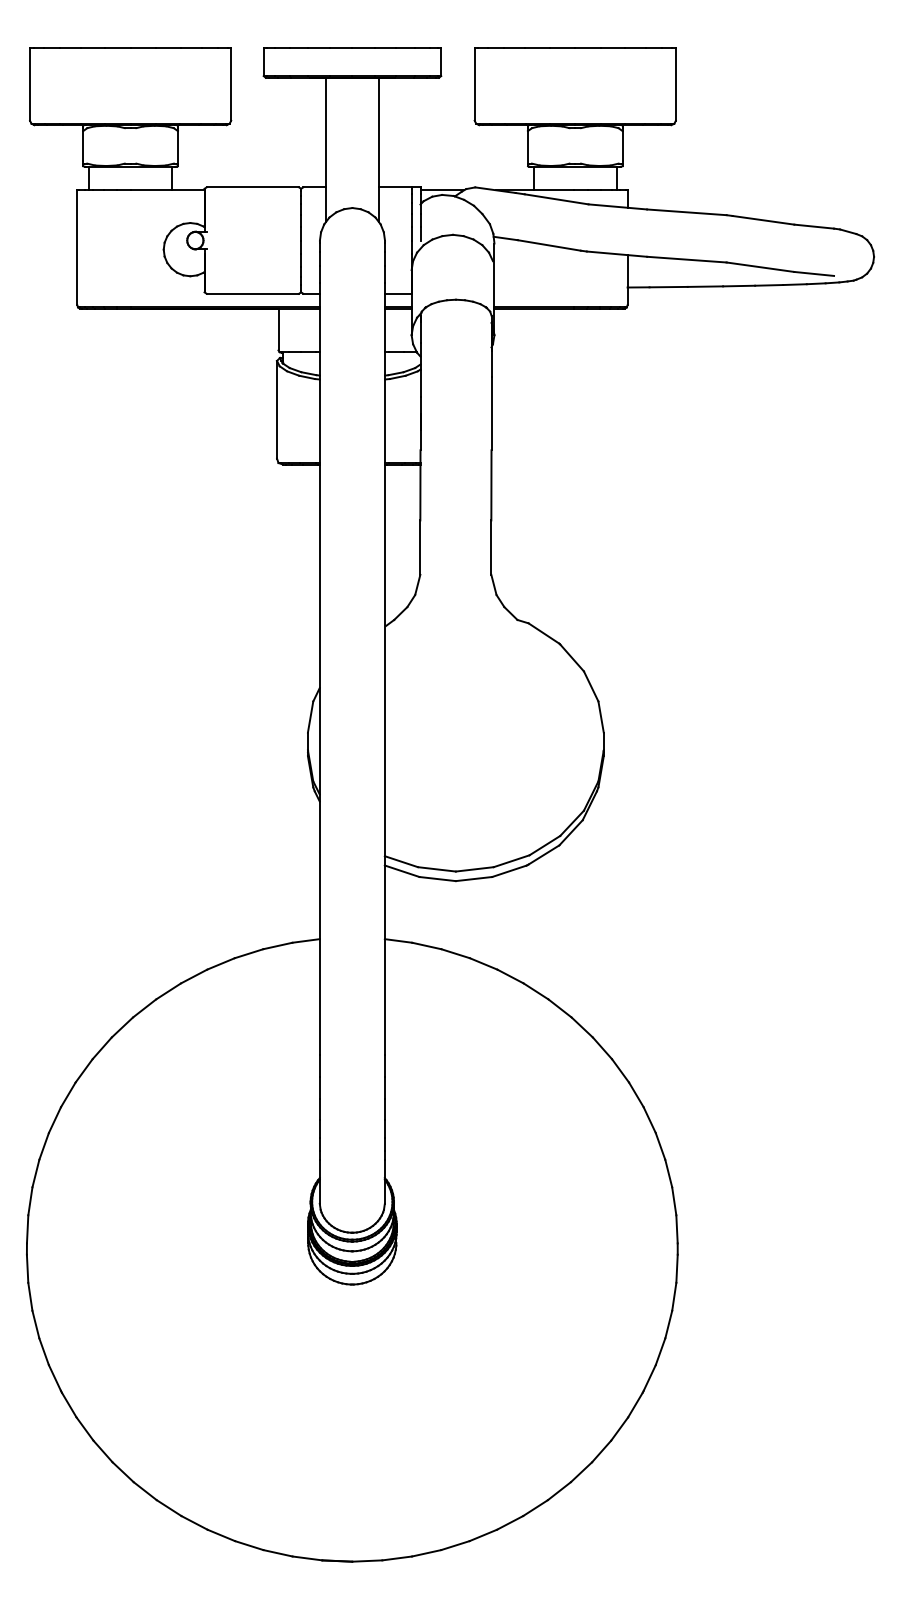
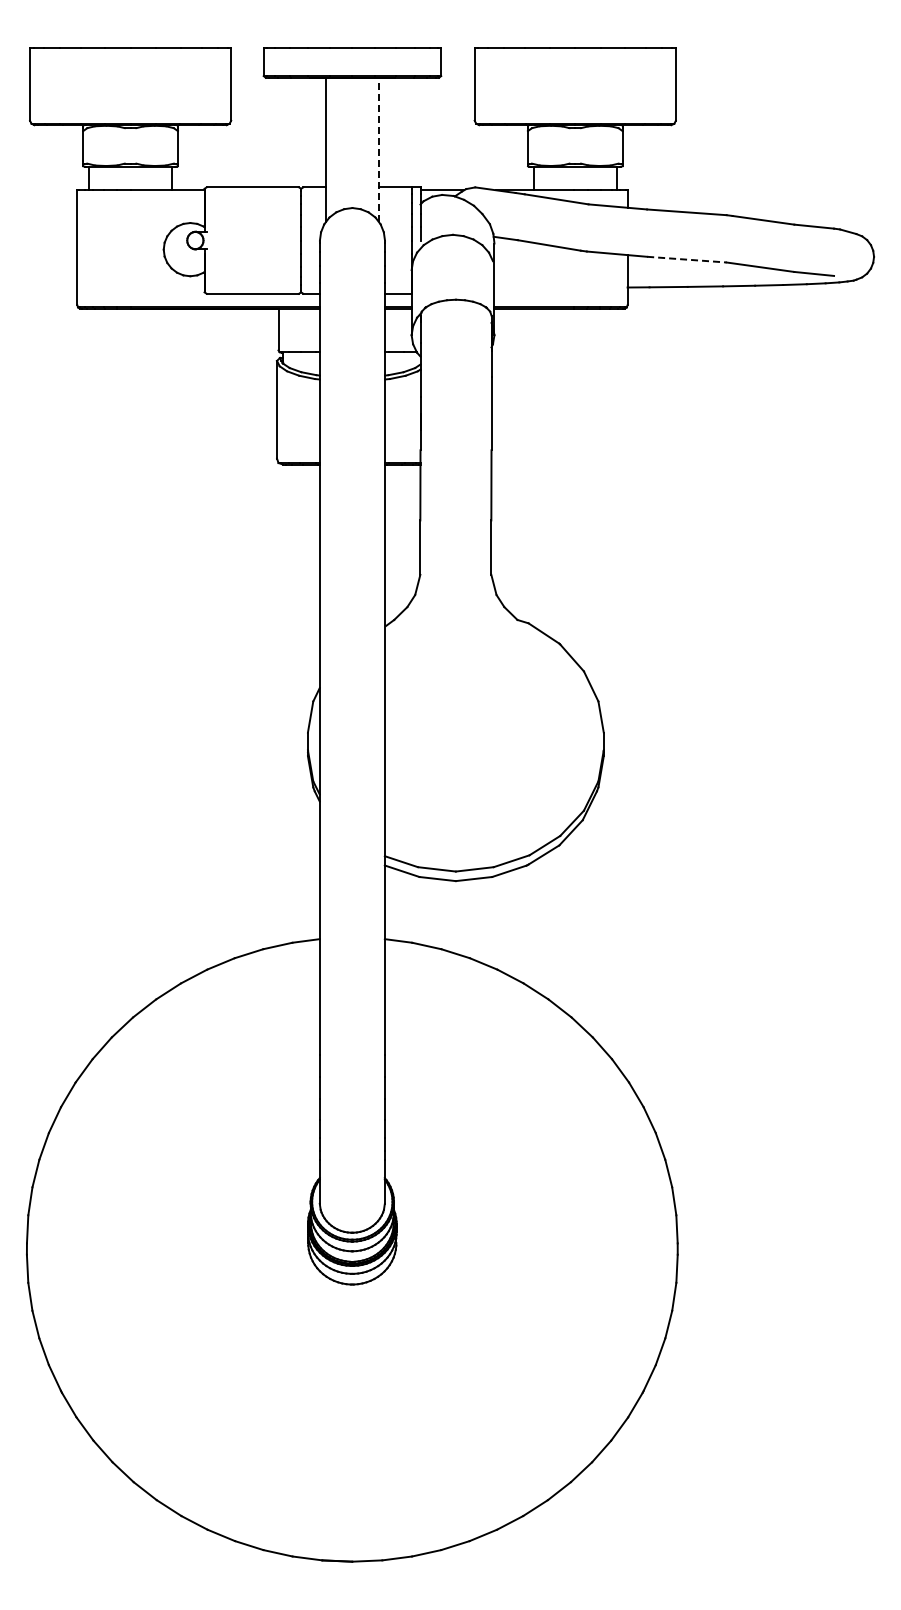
line at (379, 149): solid -> dashed
line at (686, 259): solid -> dashed
